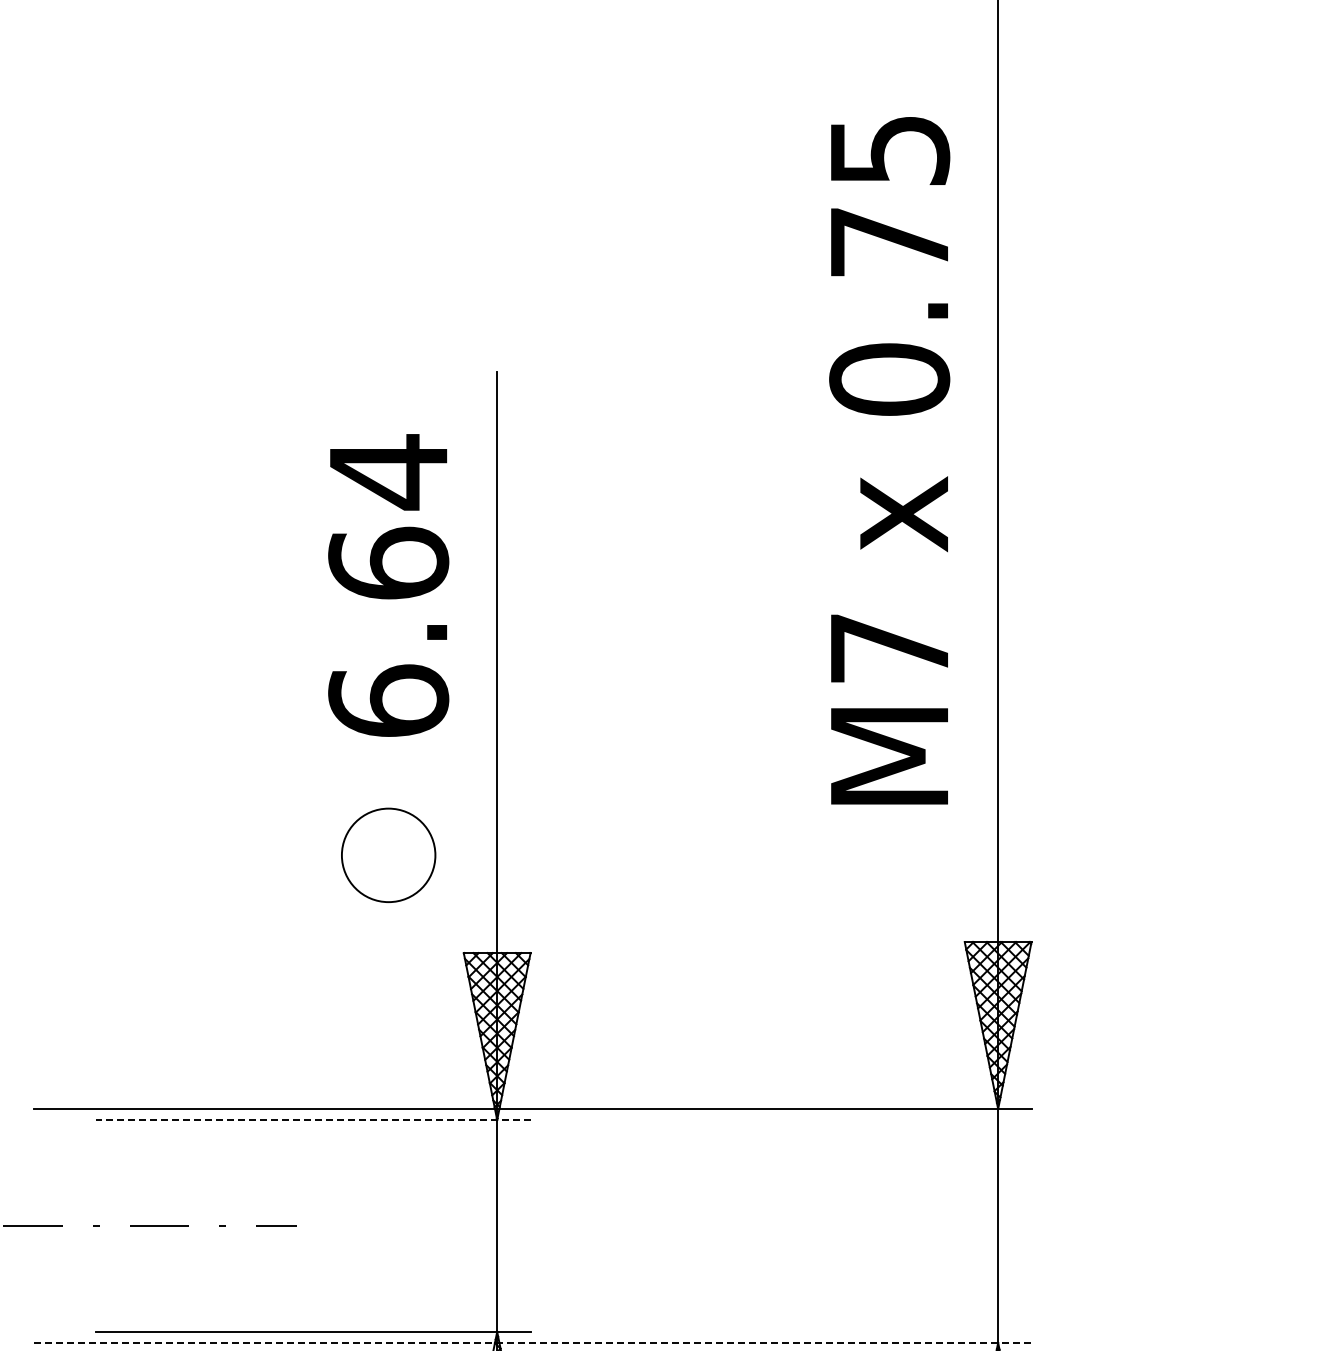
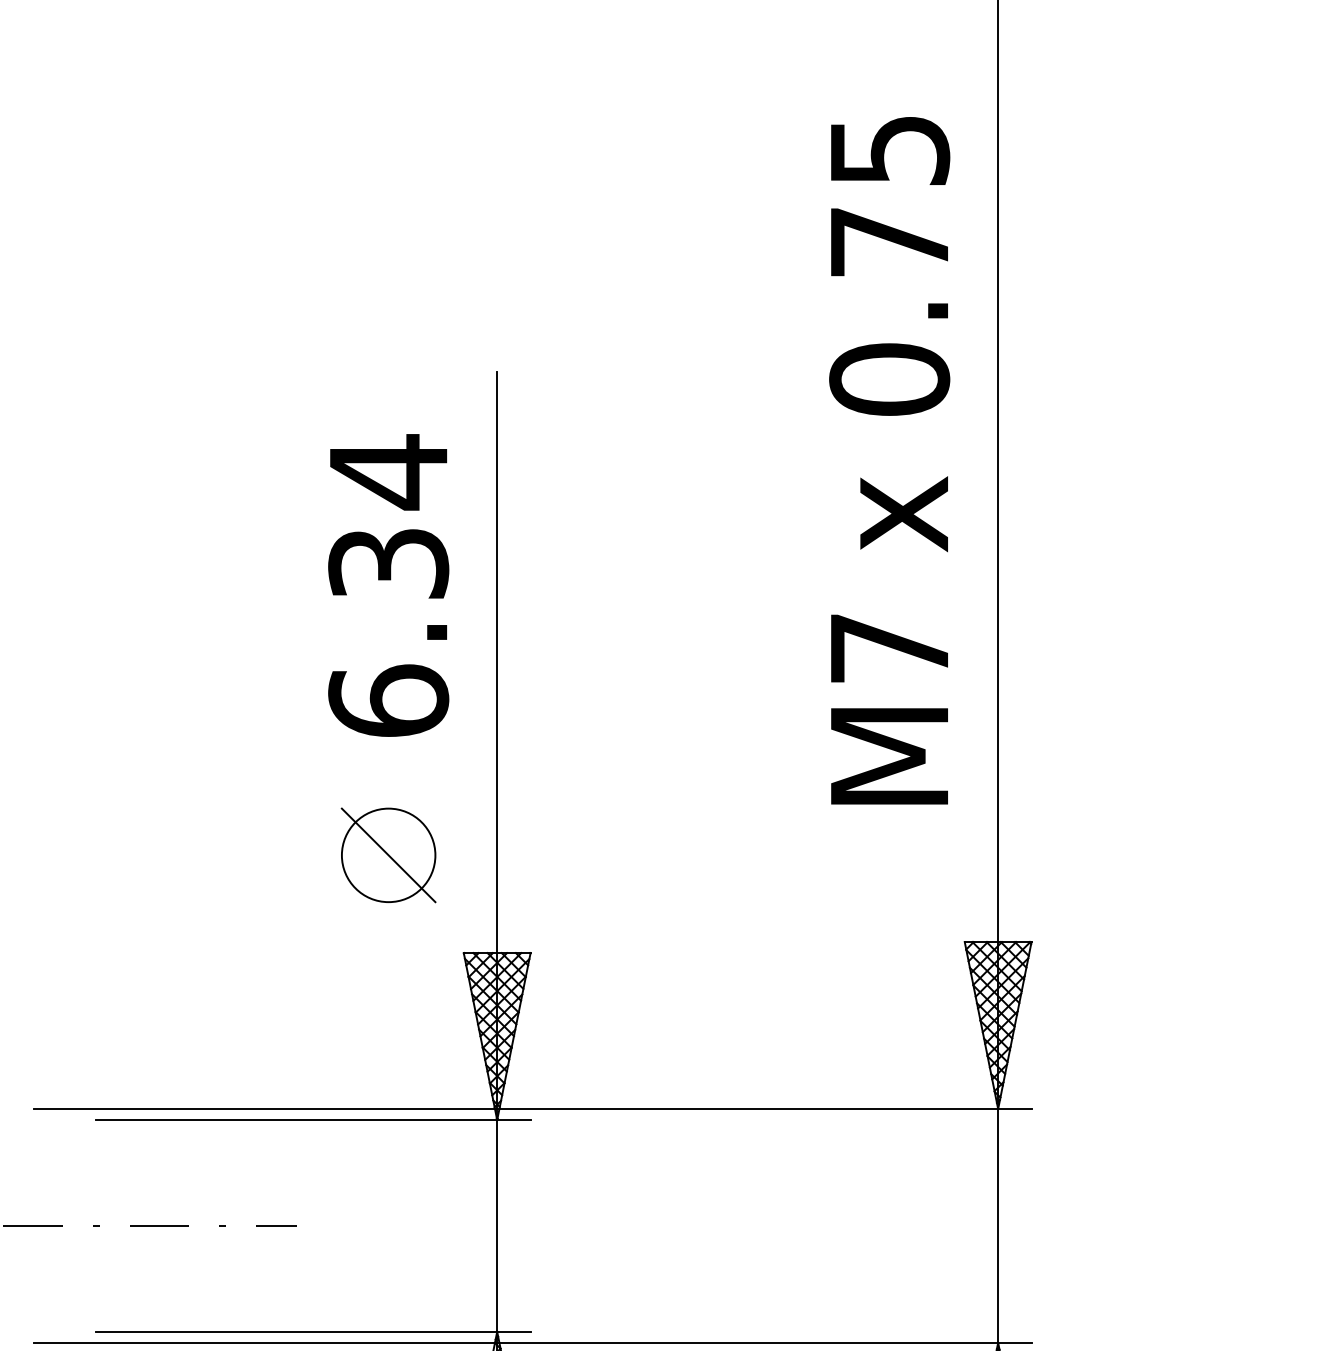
text at (388, 562): 6.64 -> 6.34
line at (388, 855): none -> present
line at (313, 1120): dashed -> solid
line at (532, 1342): dashed -> solid
